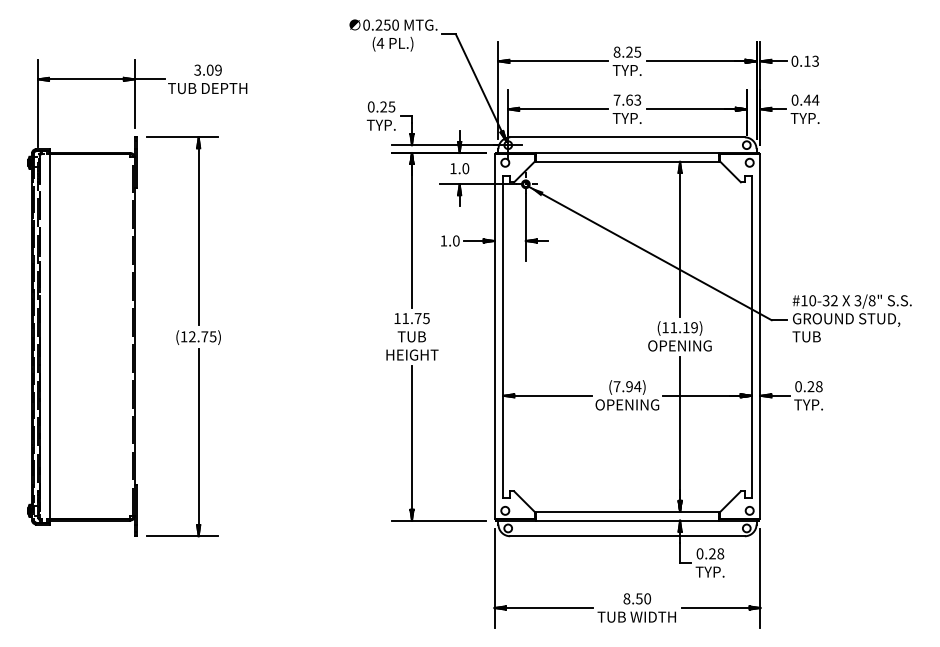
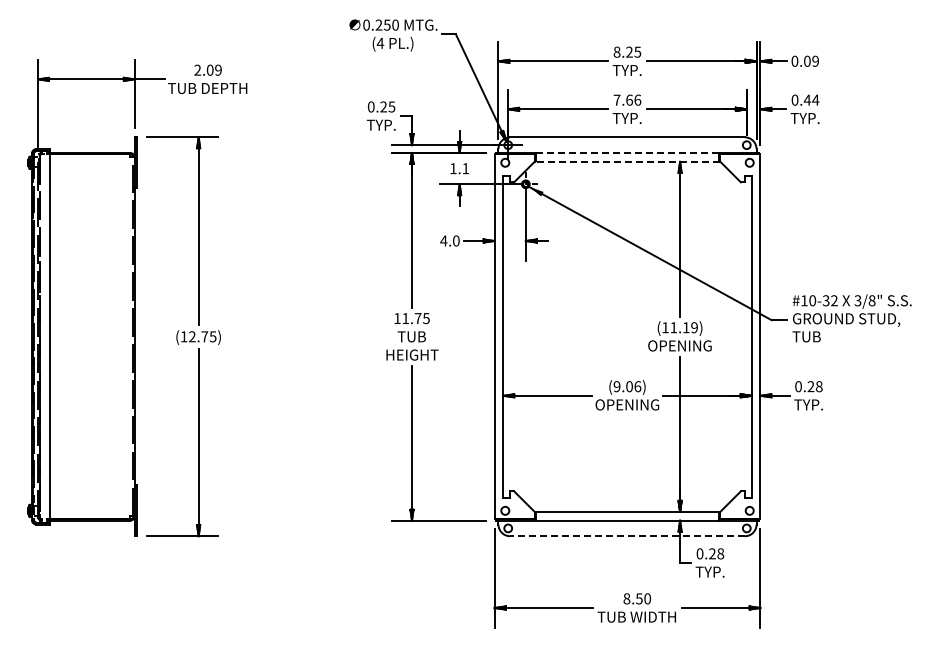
text at (811, 60): 0.13 -> 0.09
text at (197, 70): 3.09 -> 2.09
text at (637, 99): 7.63 -> 7.66
line at (627, 153): solid -> dashed
line at (627, 161): solid -> dashed
text at (465, 168): 1.0 -> 1.1
text at (443, 240): 1.0 -> 4.0
text at (627, 386): (7.94) -> (9.06)
line at (627, 536): solid -> dashed
